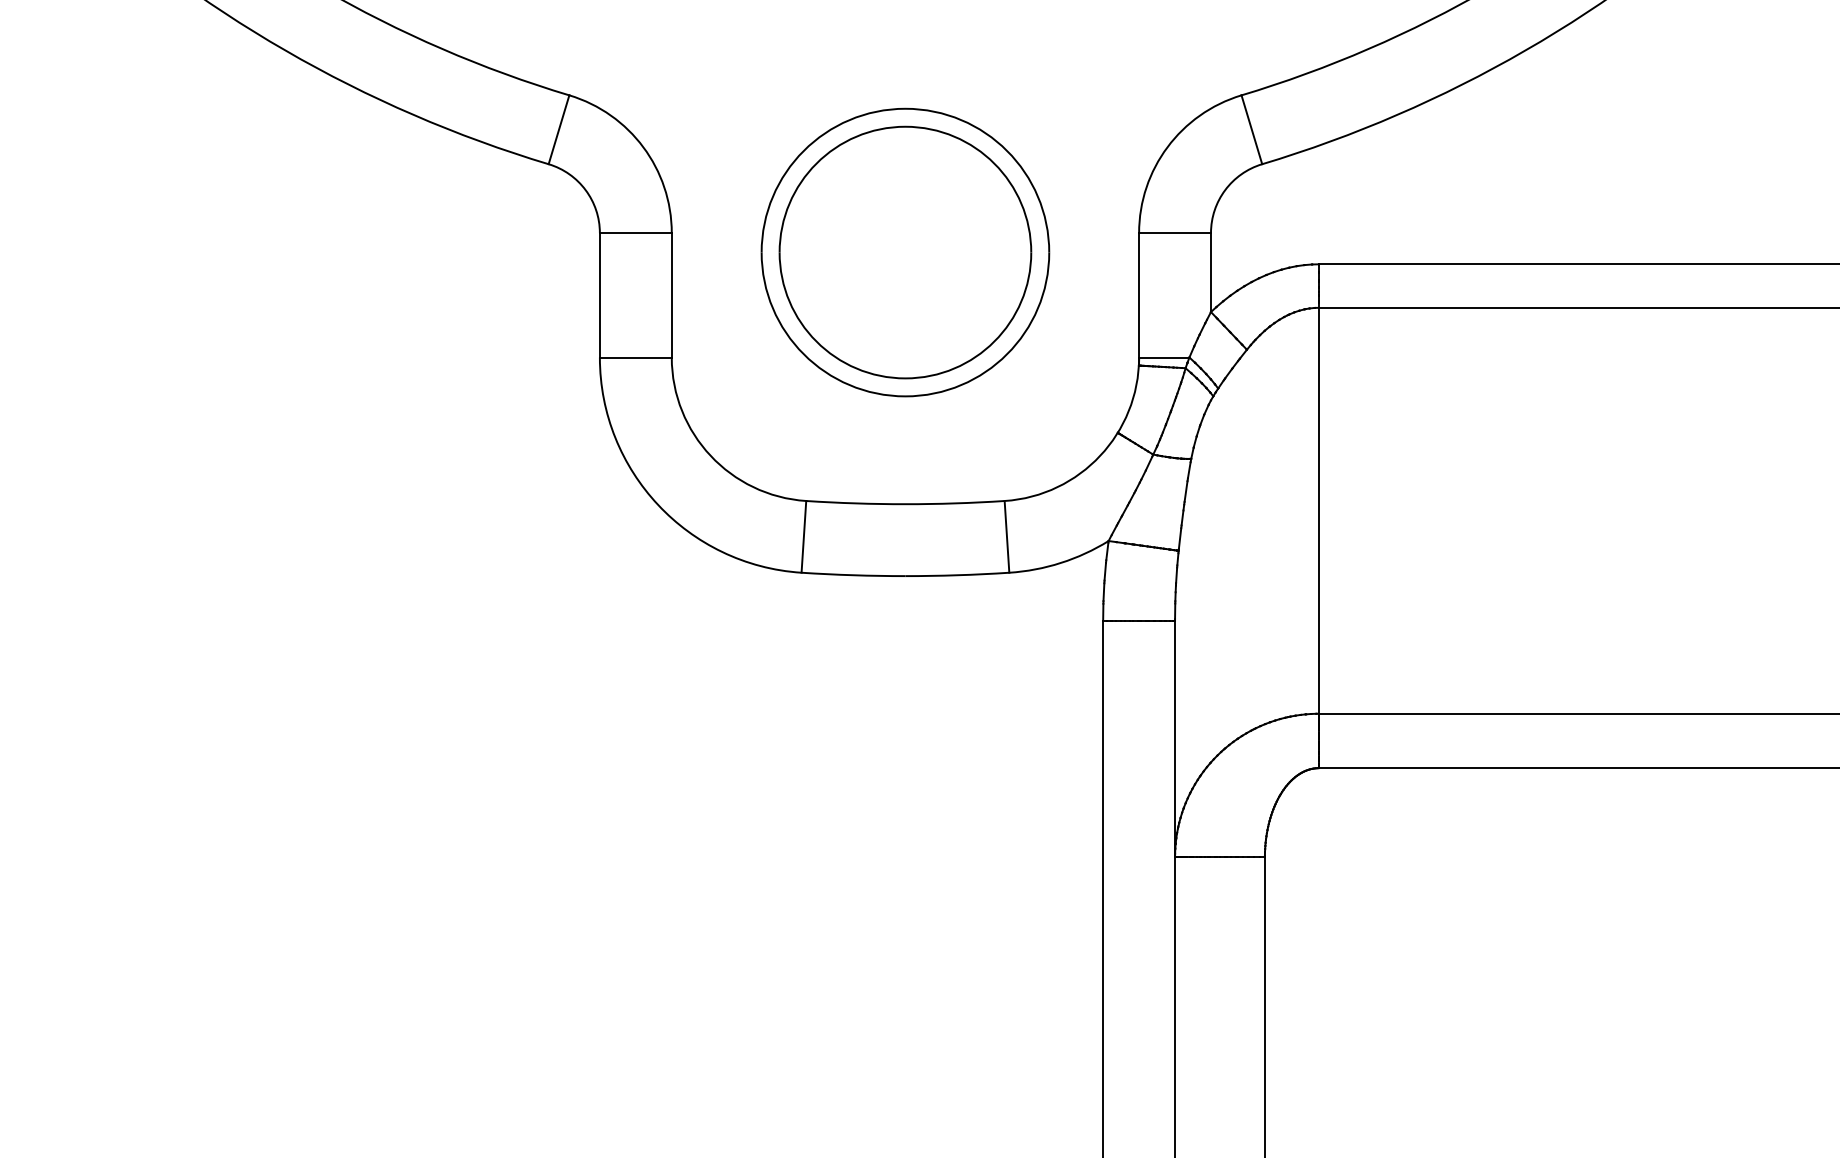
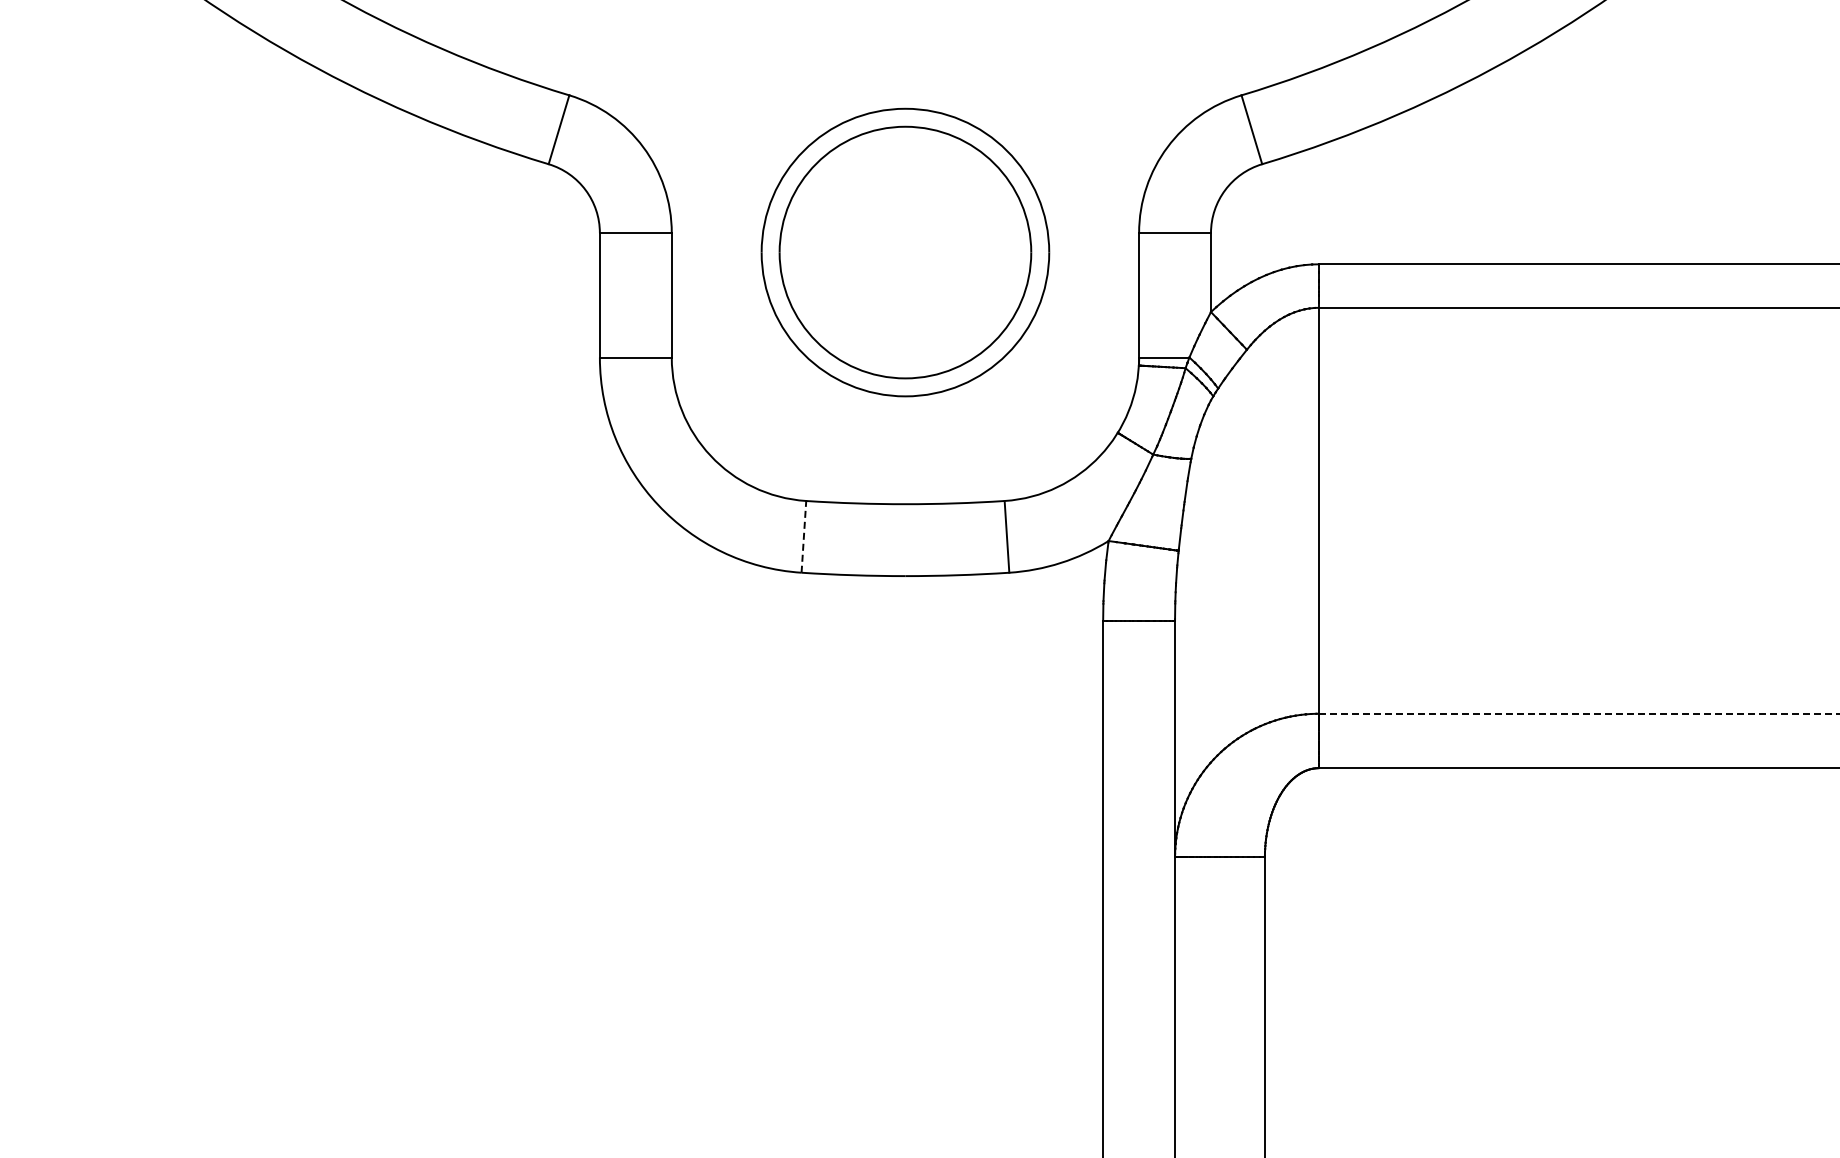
line at (803, 536): solid -> dashed
line at (1579, 713): solid -> dashed
